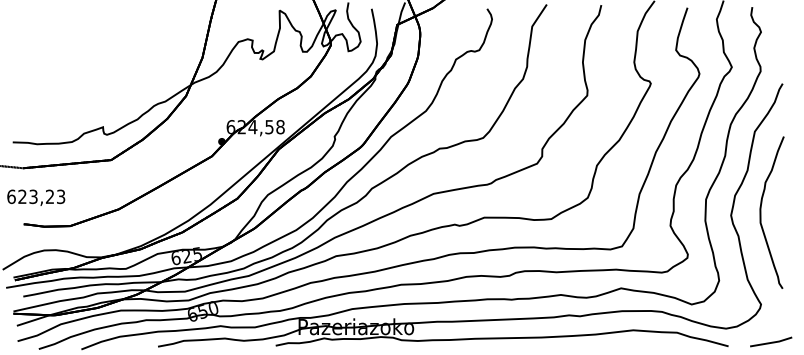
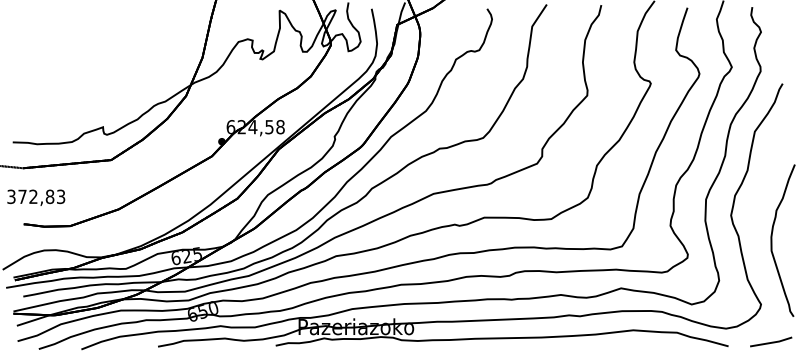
text at (30, 196): 623,23 -> 372,83
curve at (761, 212) position: (761, 212) -> (772, 240)
